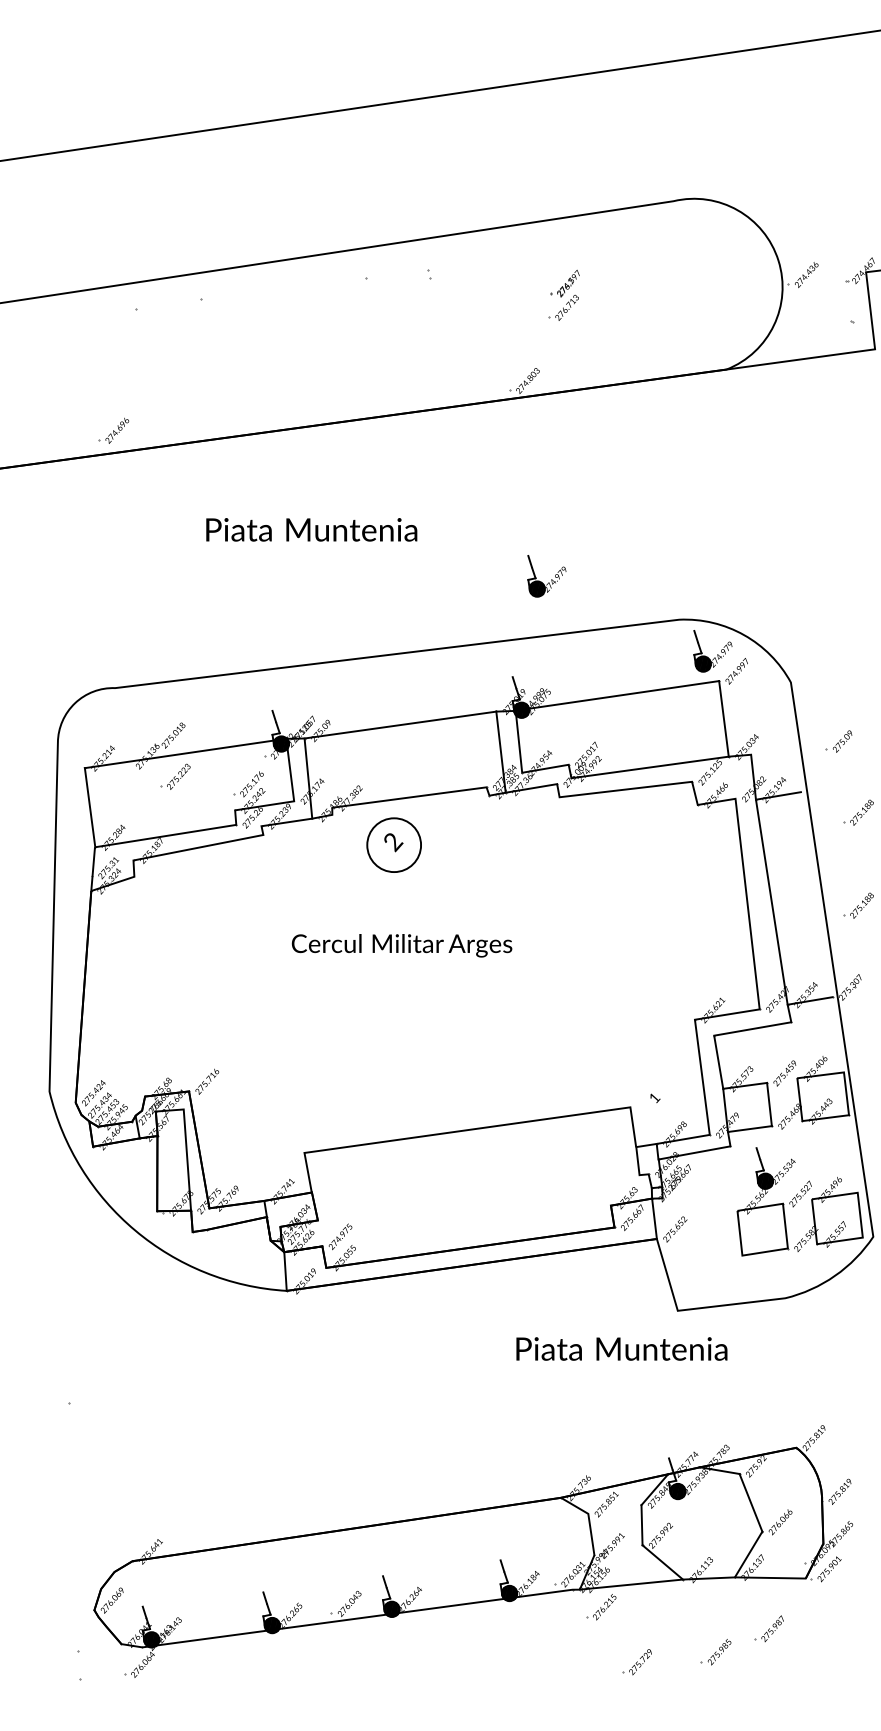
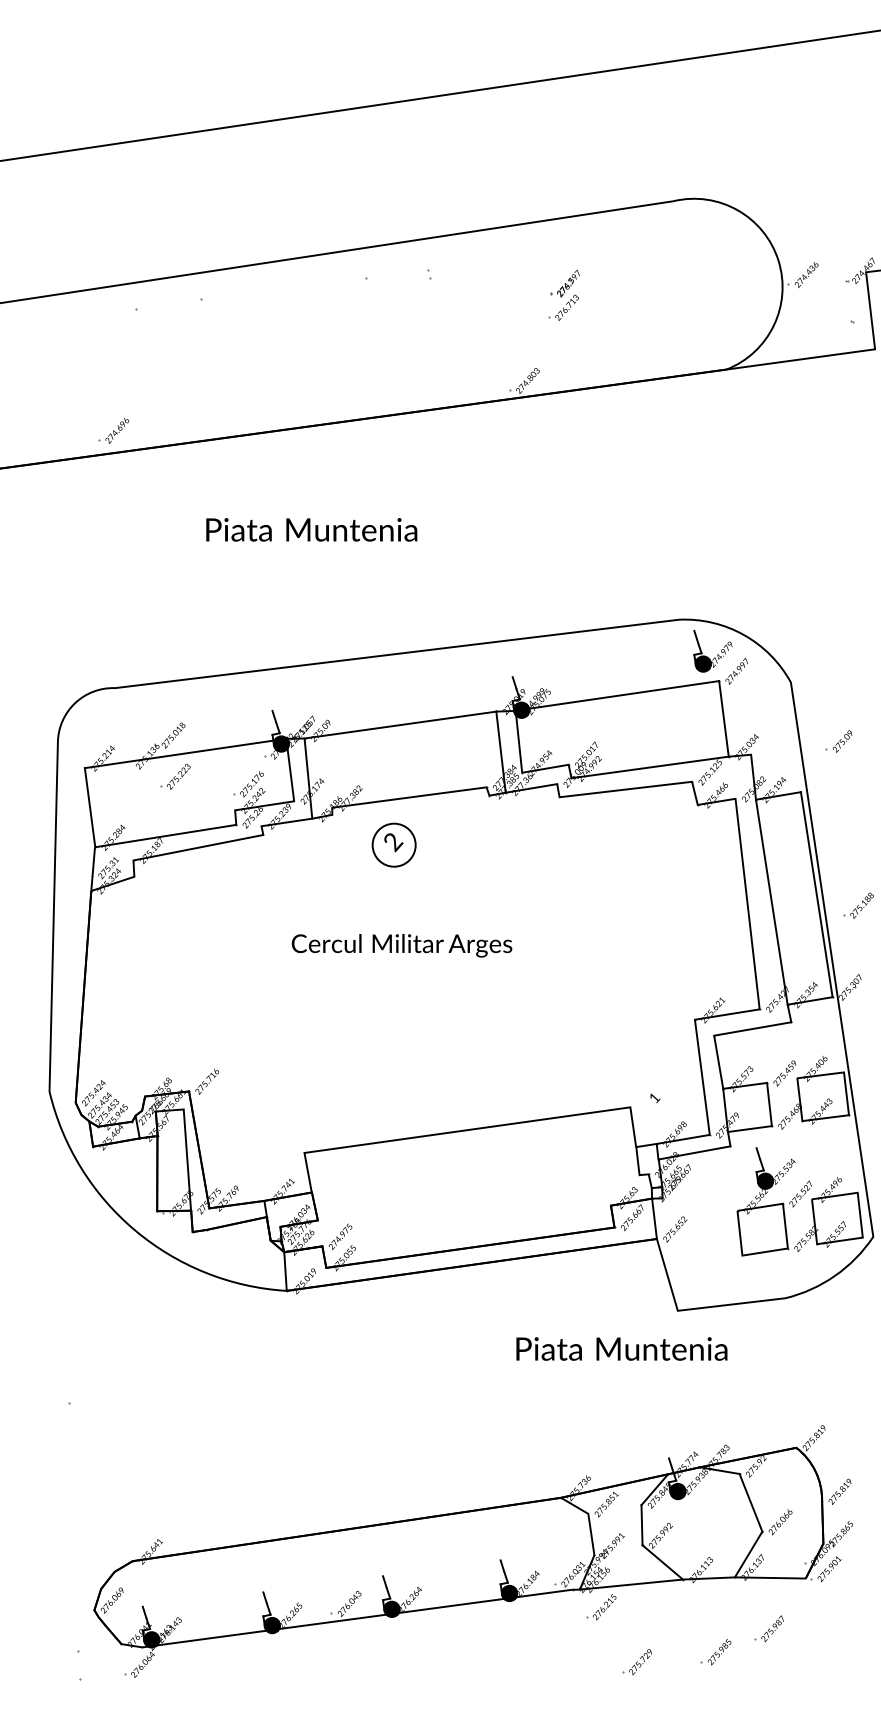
part at (546, 576): present -> none
part at (858, 812): present -> none
circle at (394, 845) diameter: 54 px -> 43 px
line at (816, 894): none -> present
